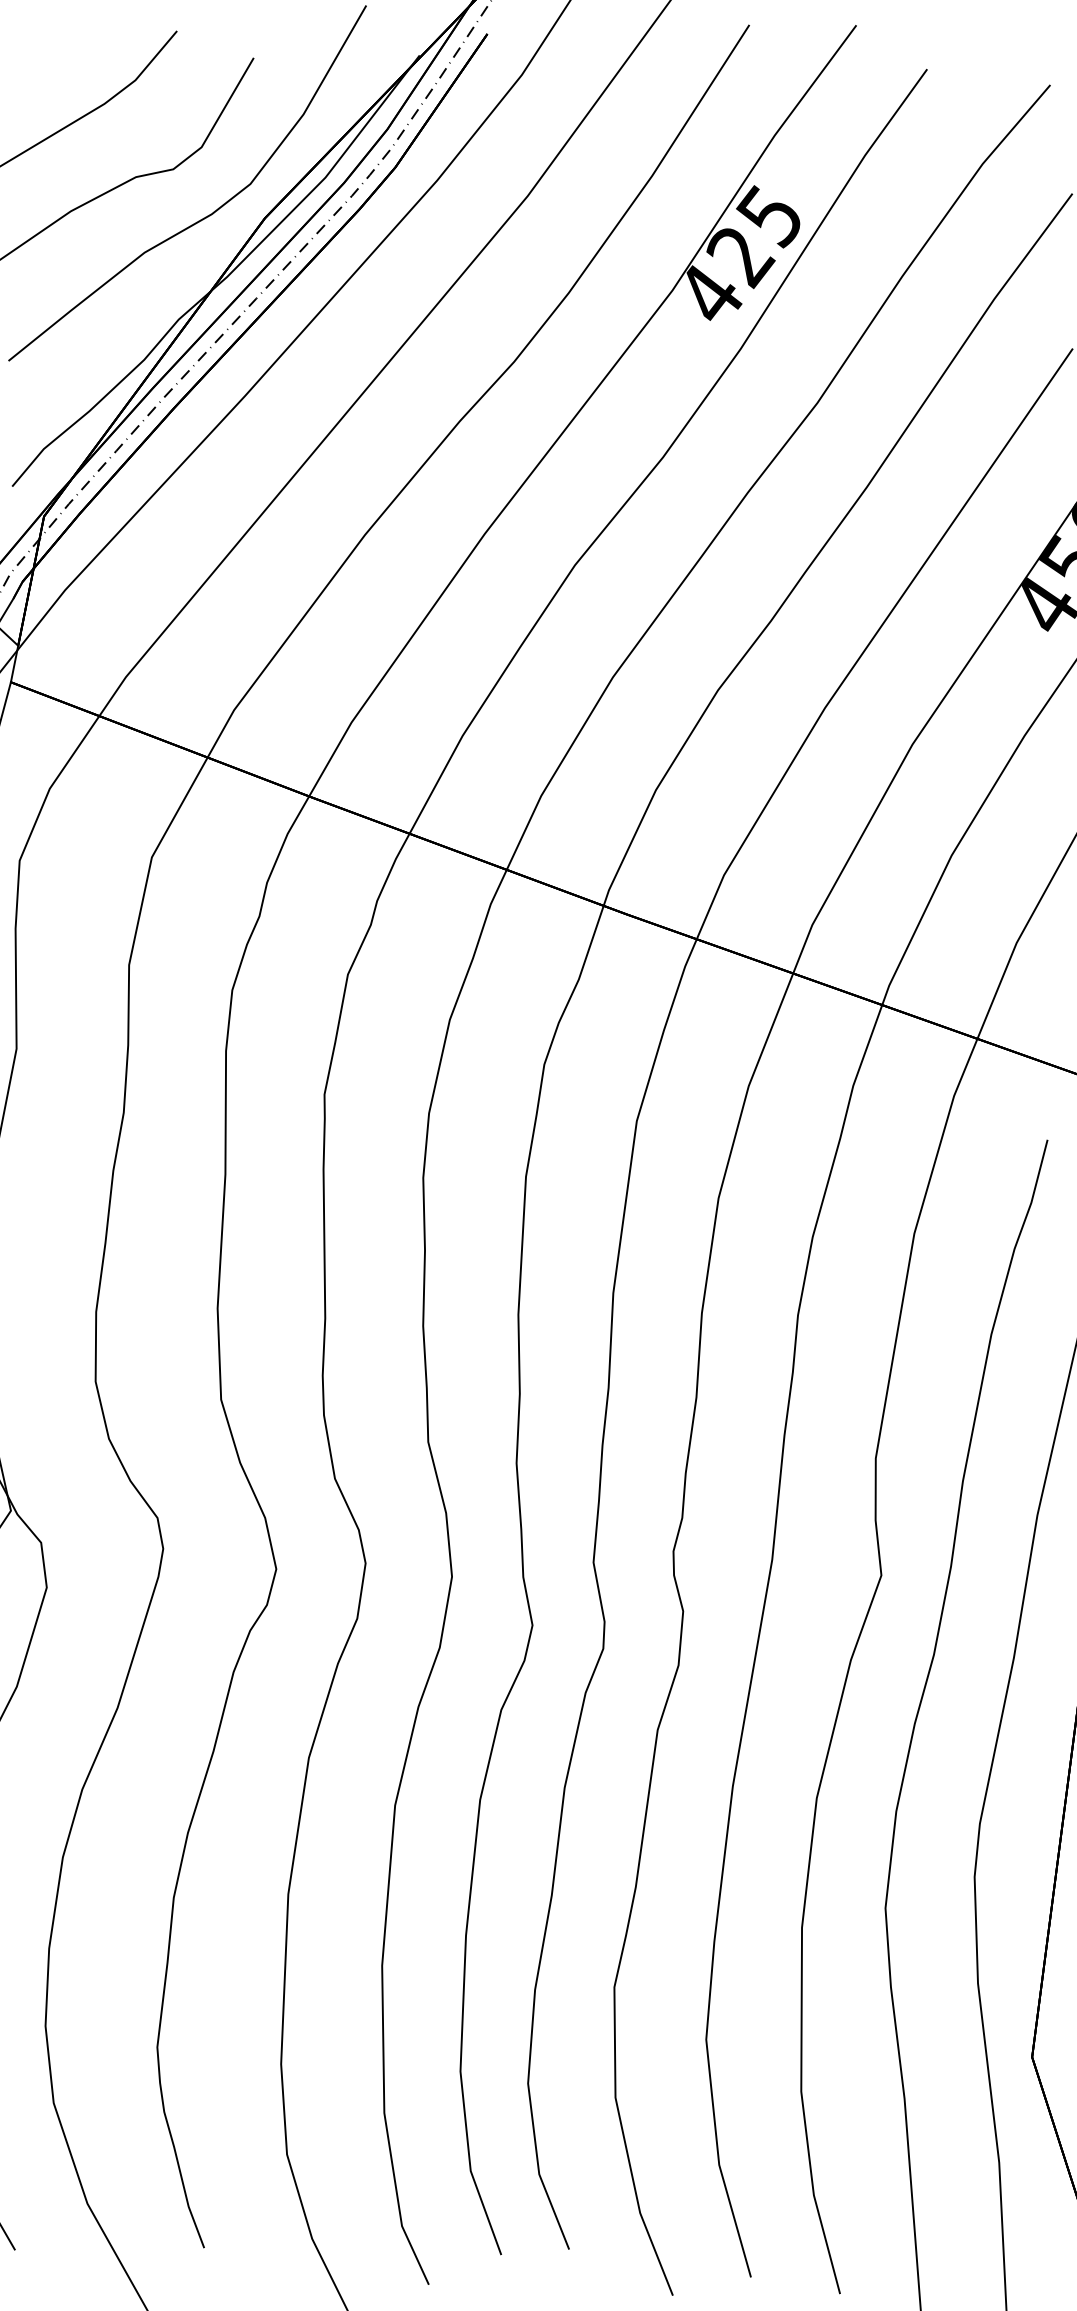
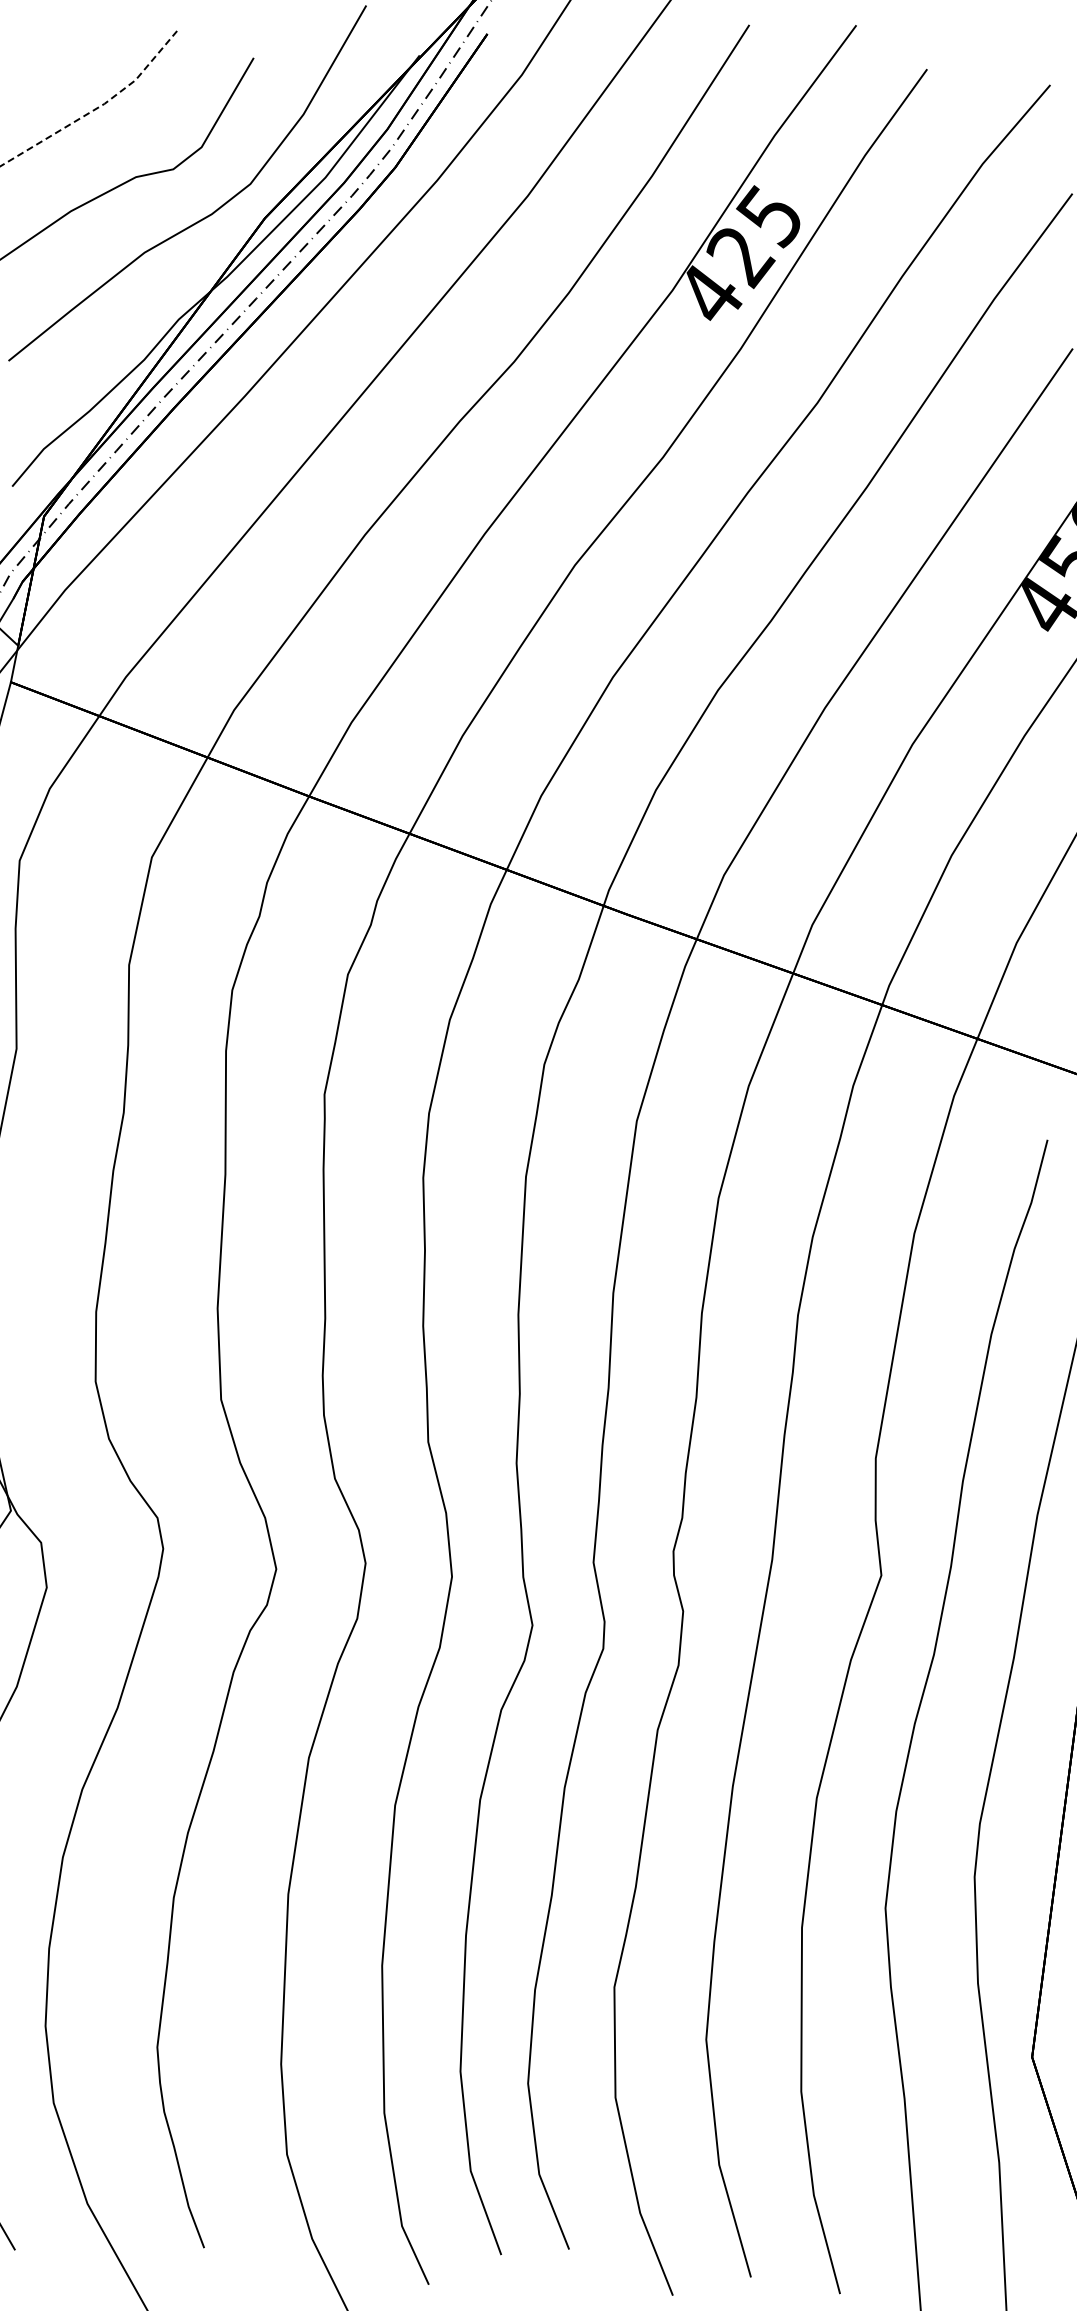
line at (97, 108): solid -> dashed
